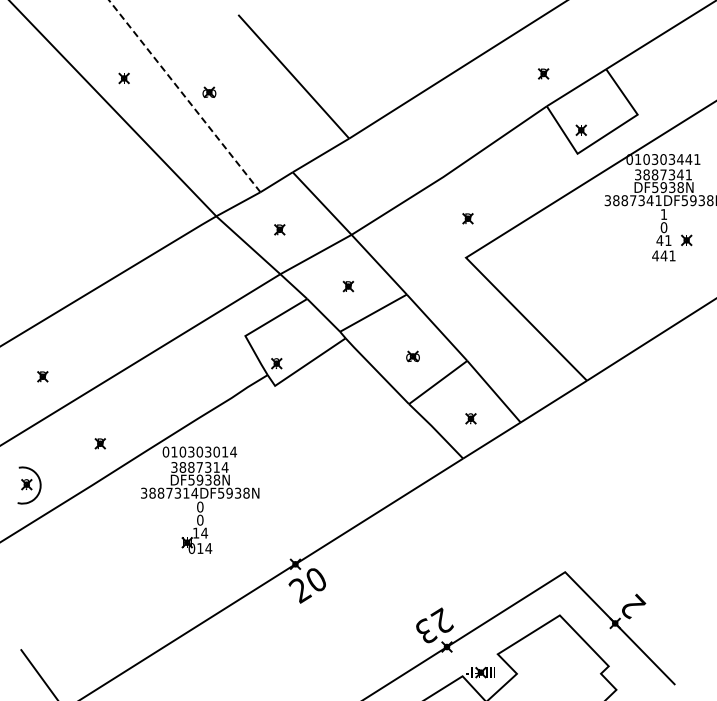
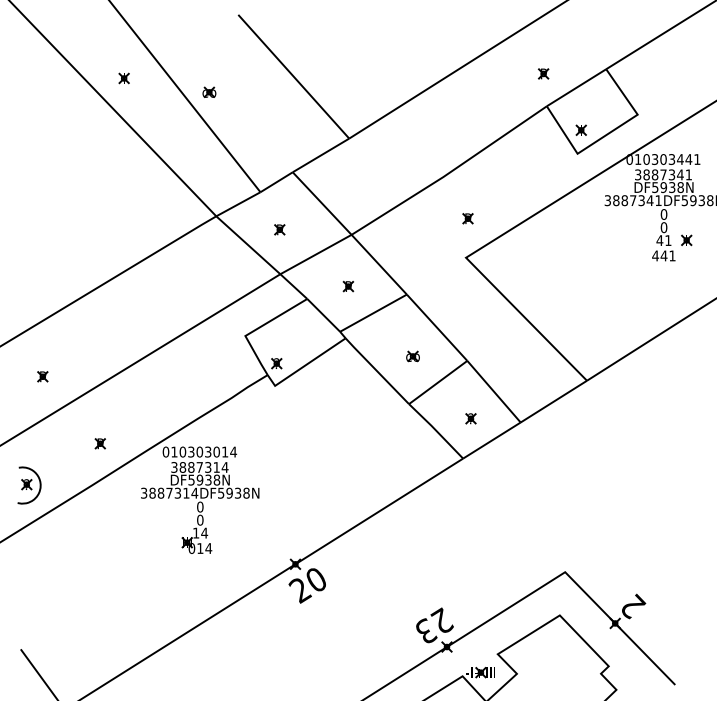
line at (184, 96): dashed -> solid
text at (663, 214): 1 -> 0
